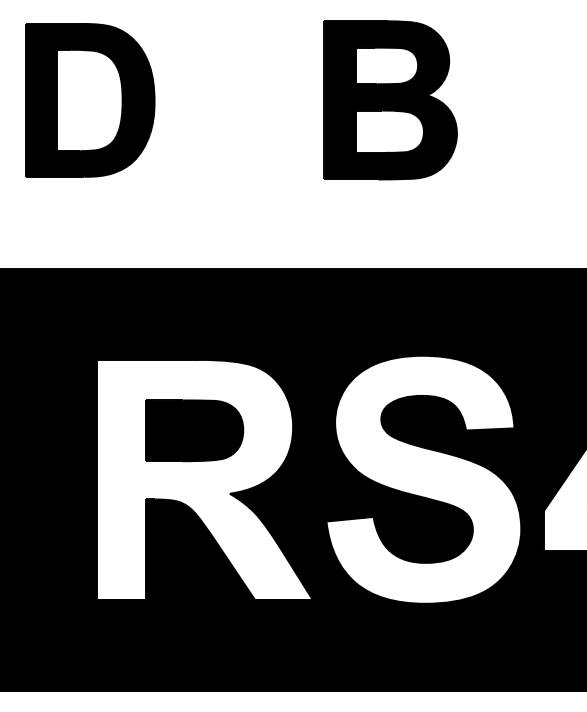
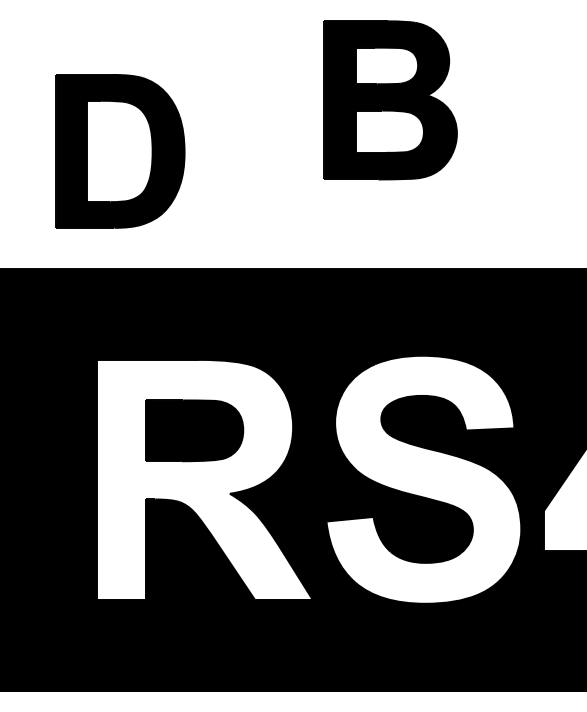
part at (90, 100) position: (90, 100) -> (120, 151)
